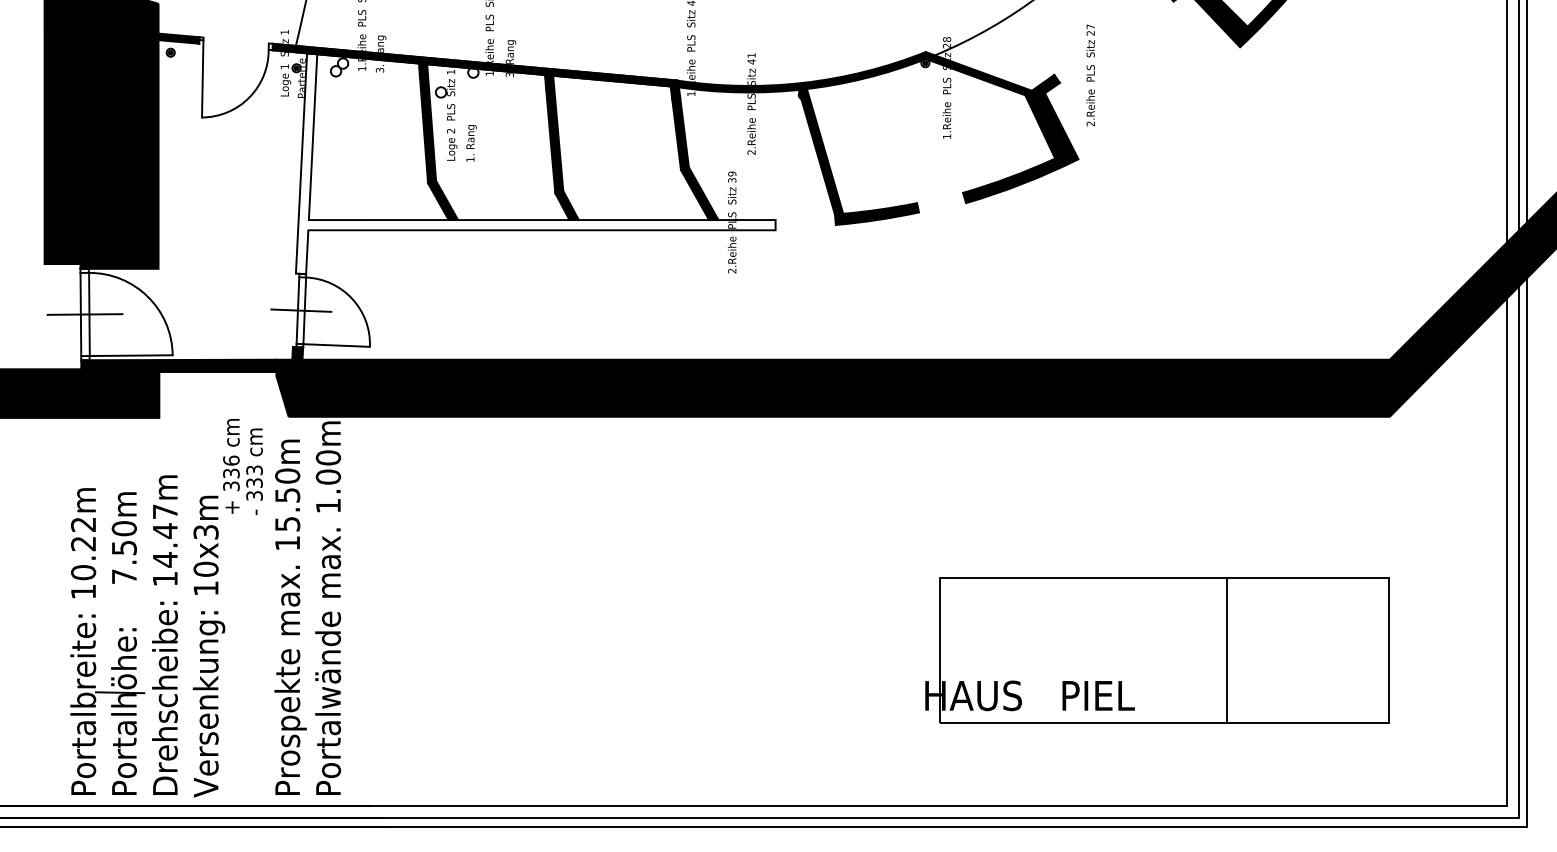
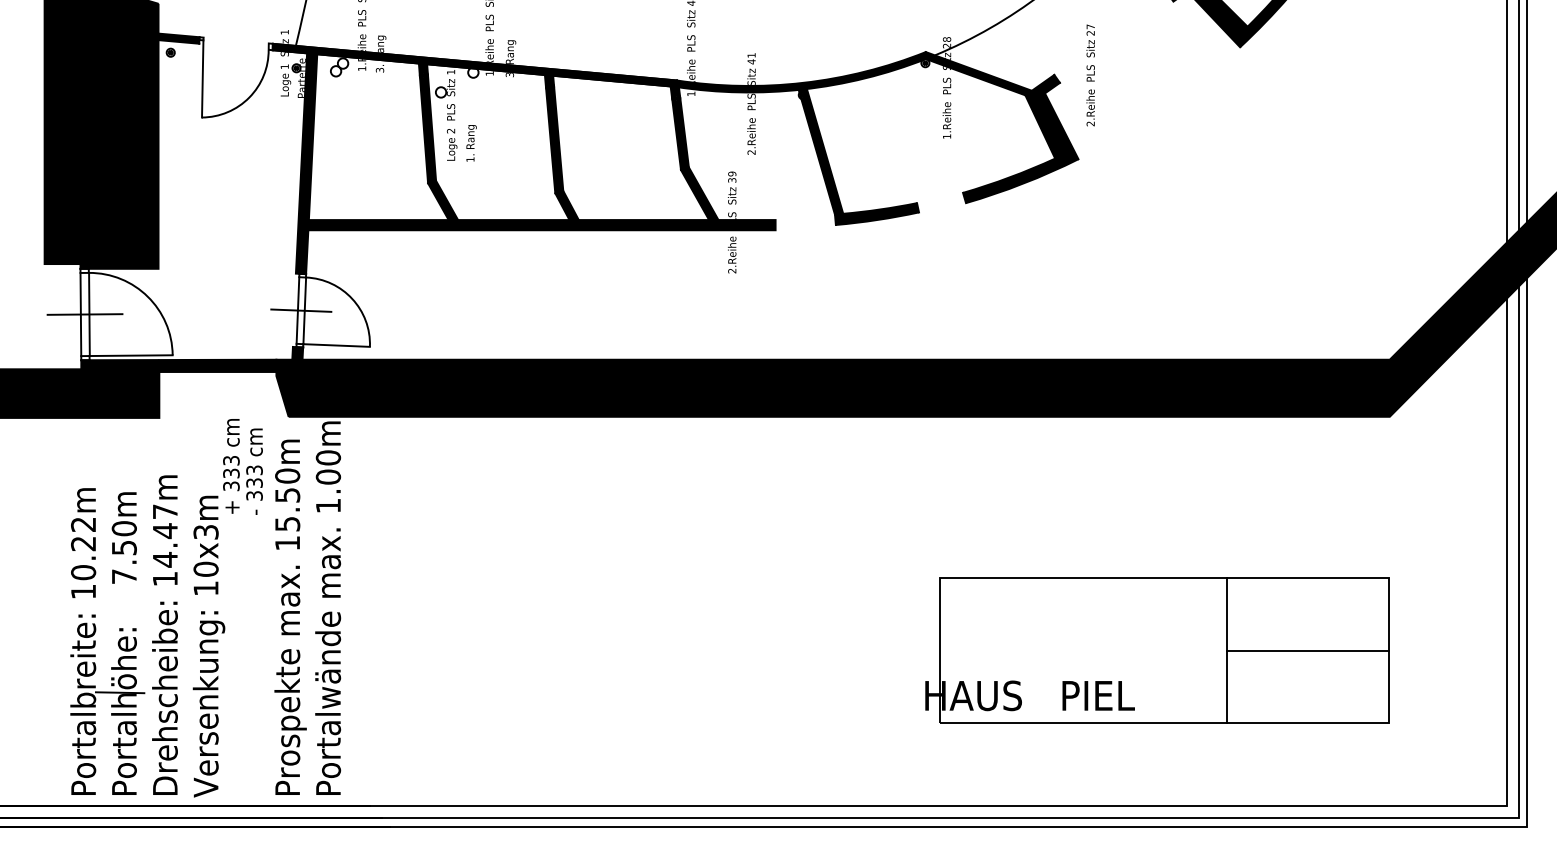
fill at (535, 163): none -> present
text at (231, 460): 336 -> 333
line at (1307, 650): none -> present
